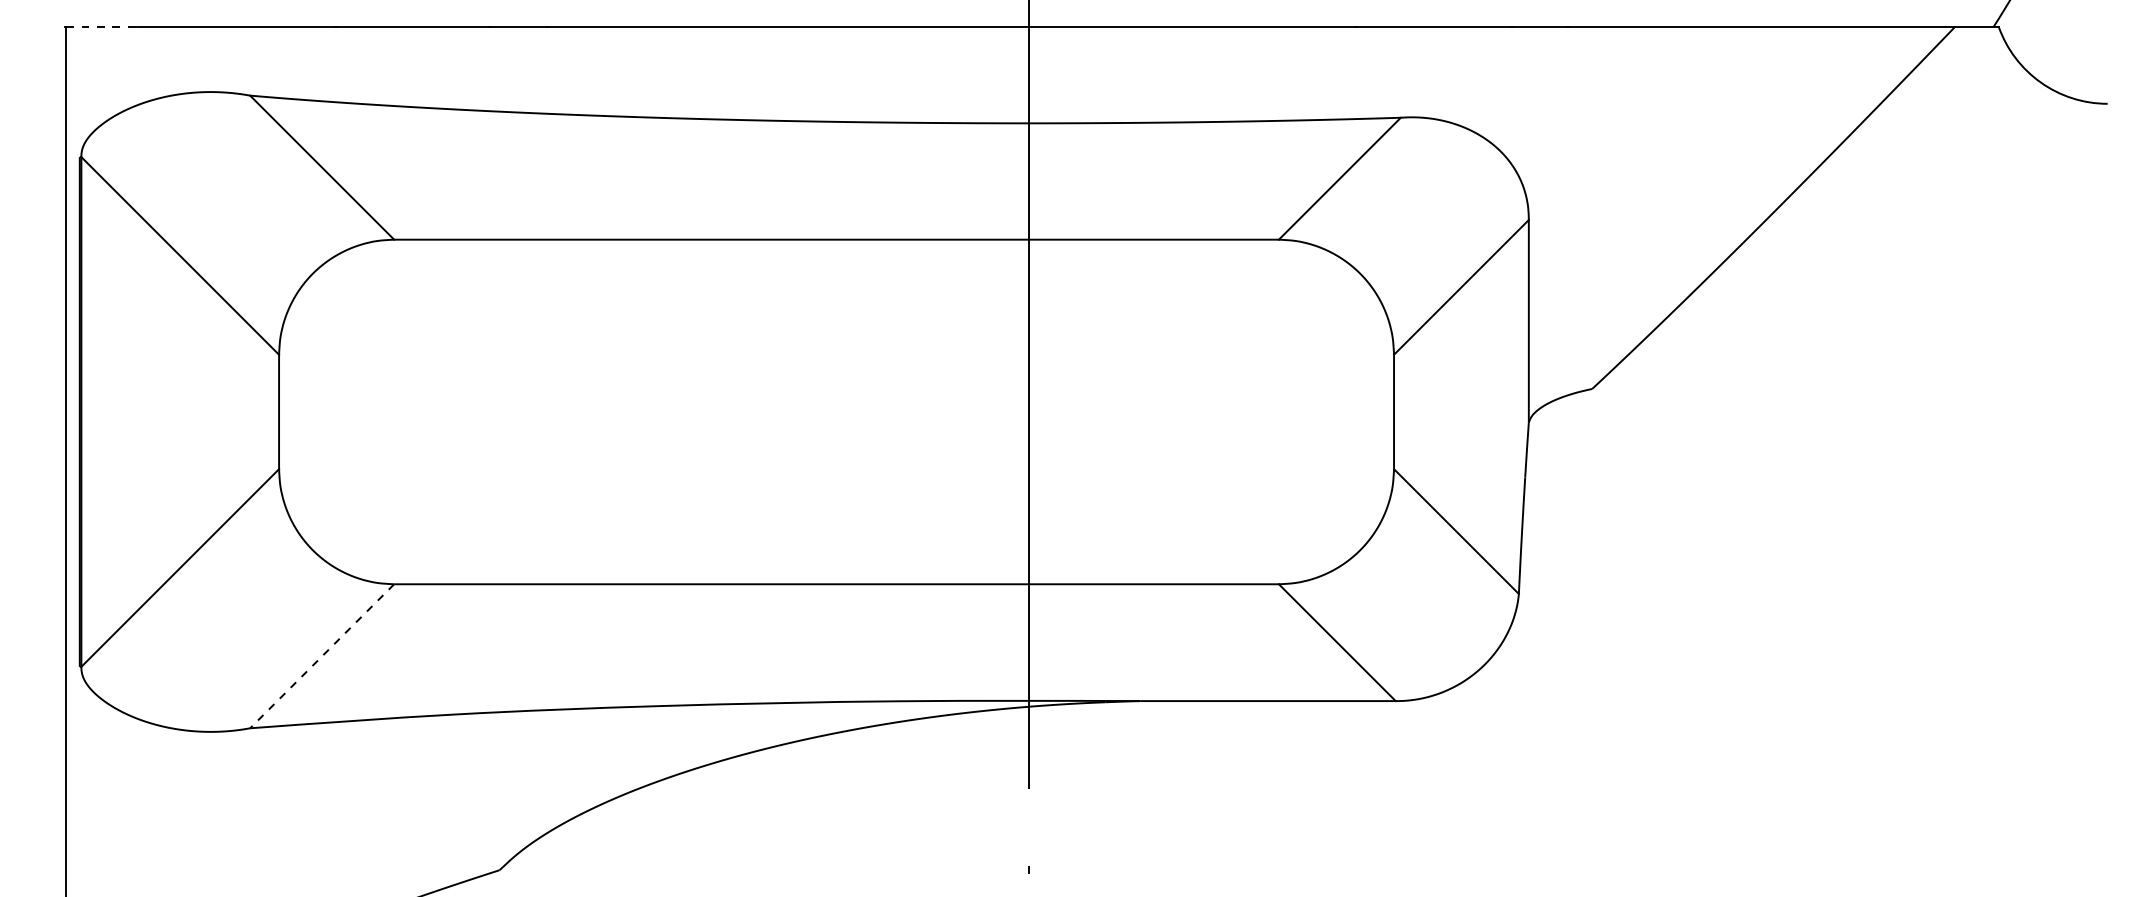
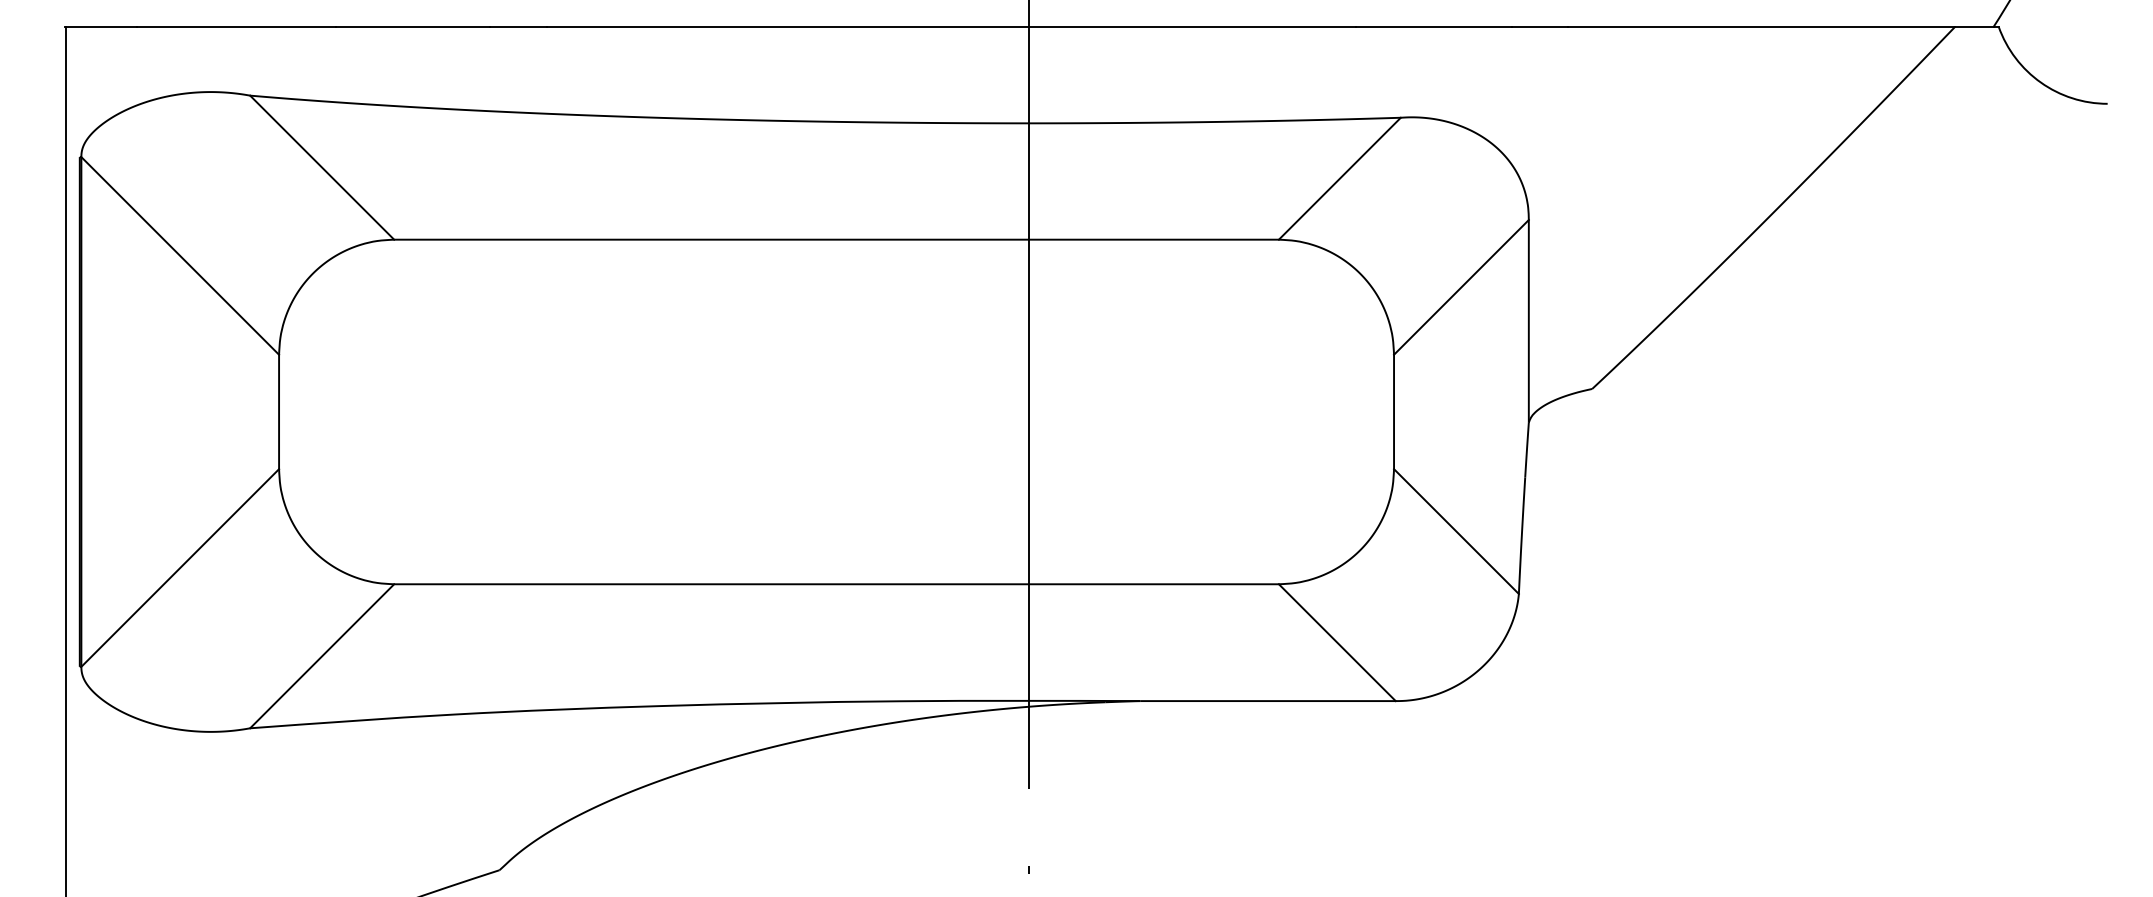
line at (101, 26): dashed -> solid
line at (322, 656): dashed -> solid
